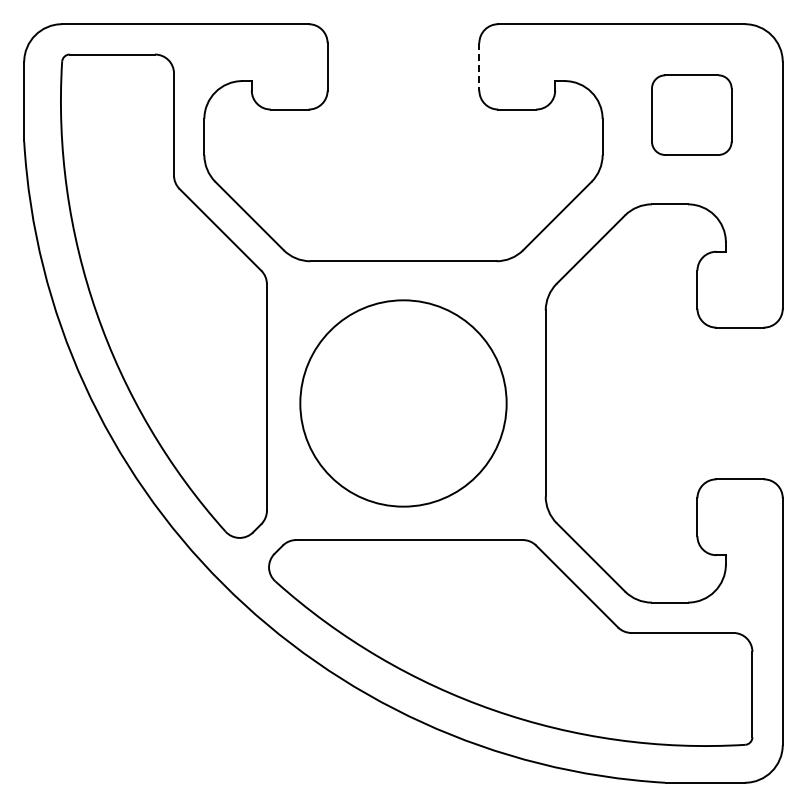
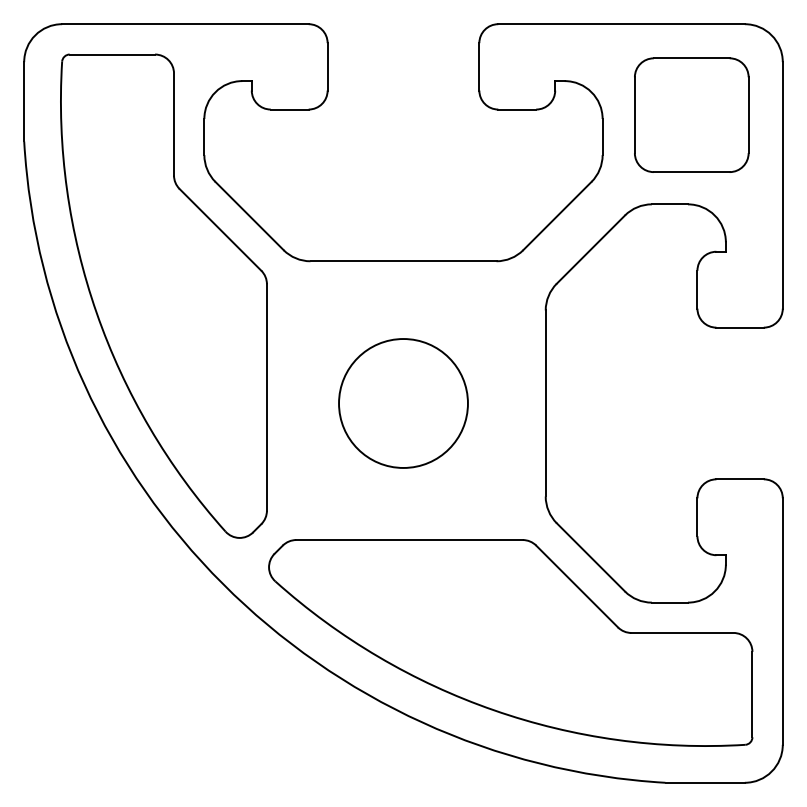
line at (479, 66): dashed -> solid
part at (691, 114) size: 82x82 px -> 116x116 px
circle at (403, 403) diameter: 206 px -> 129 px
